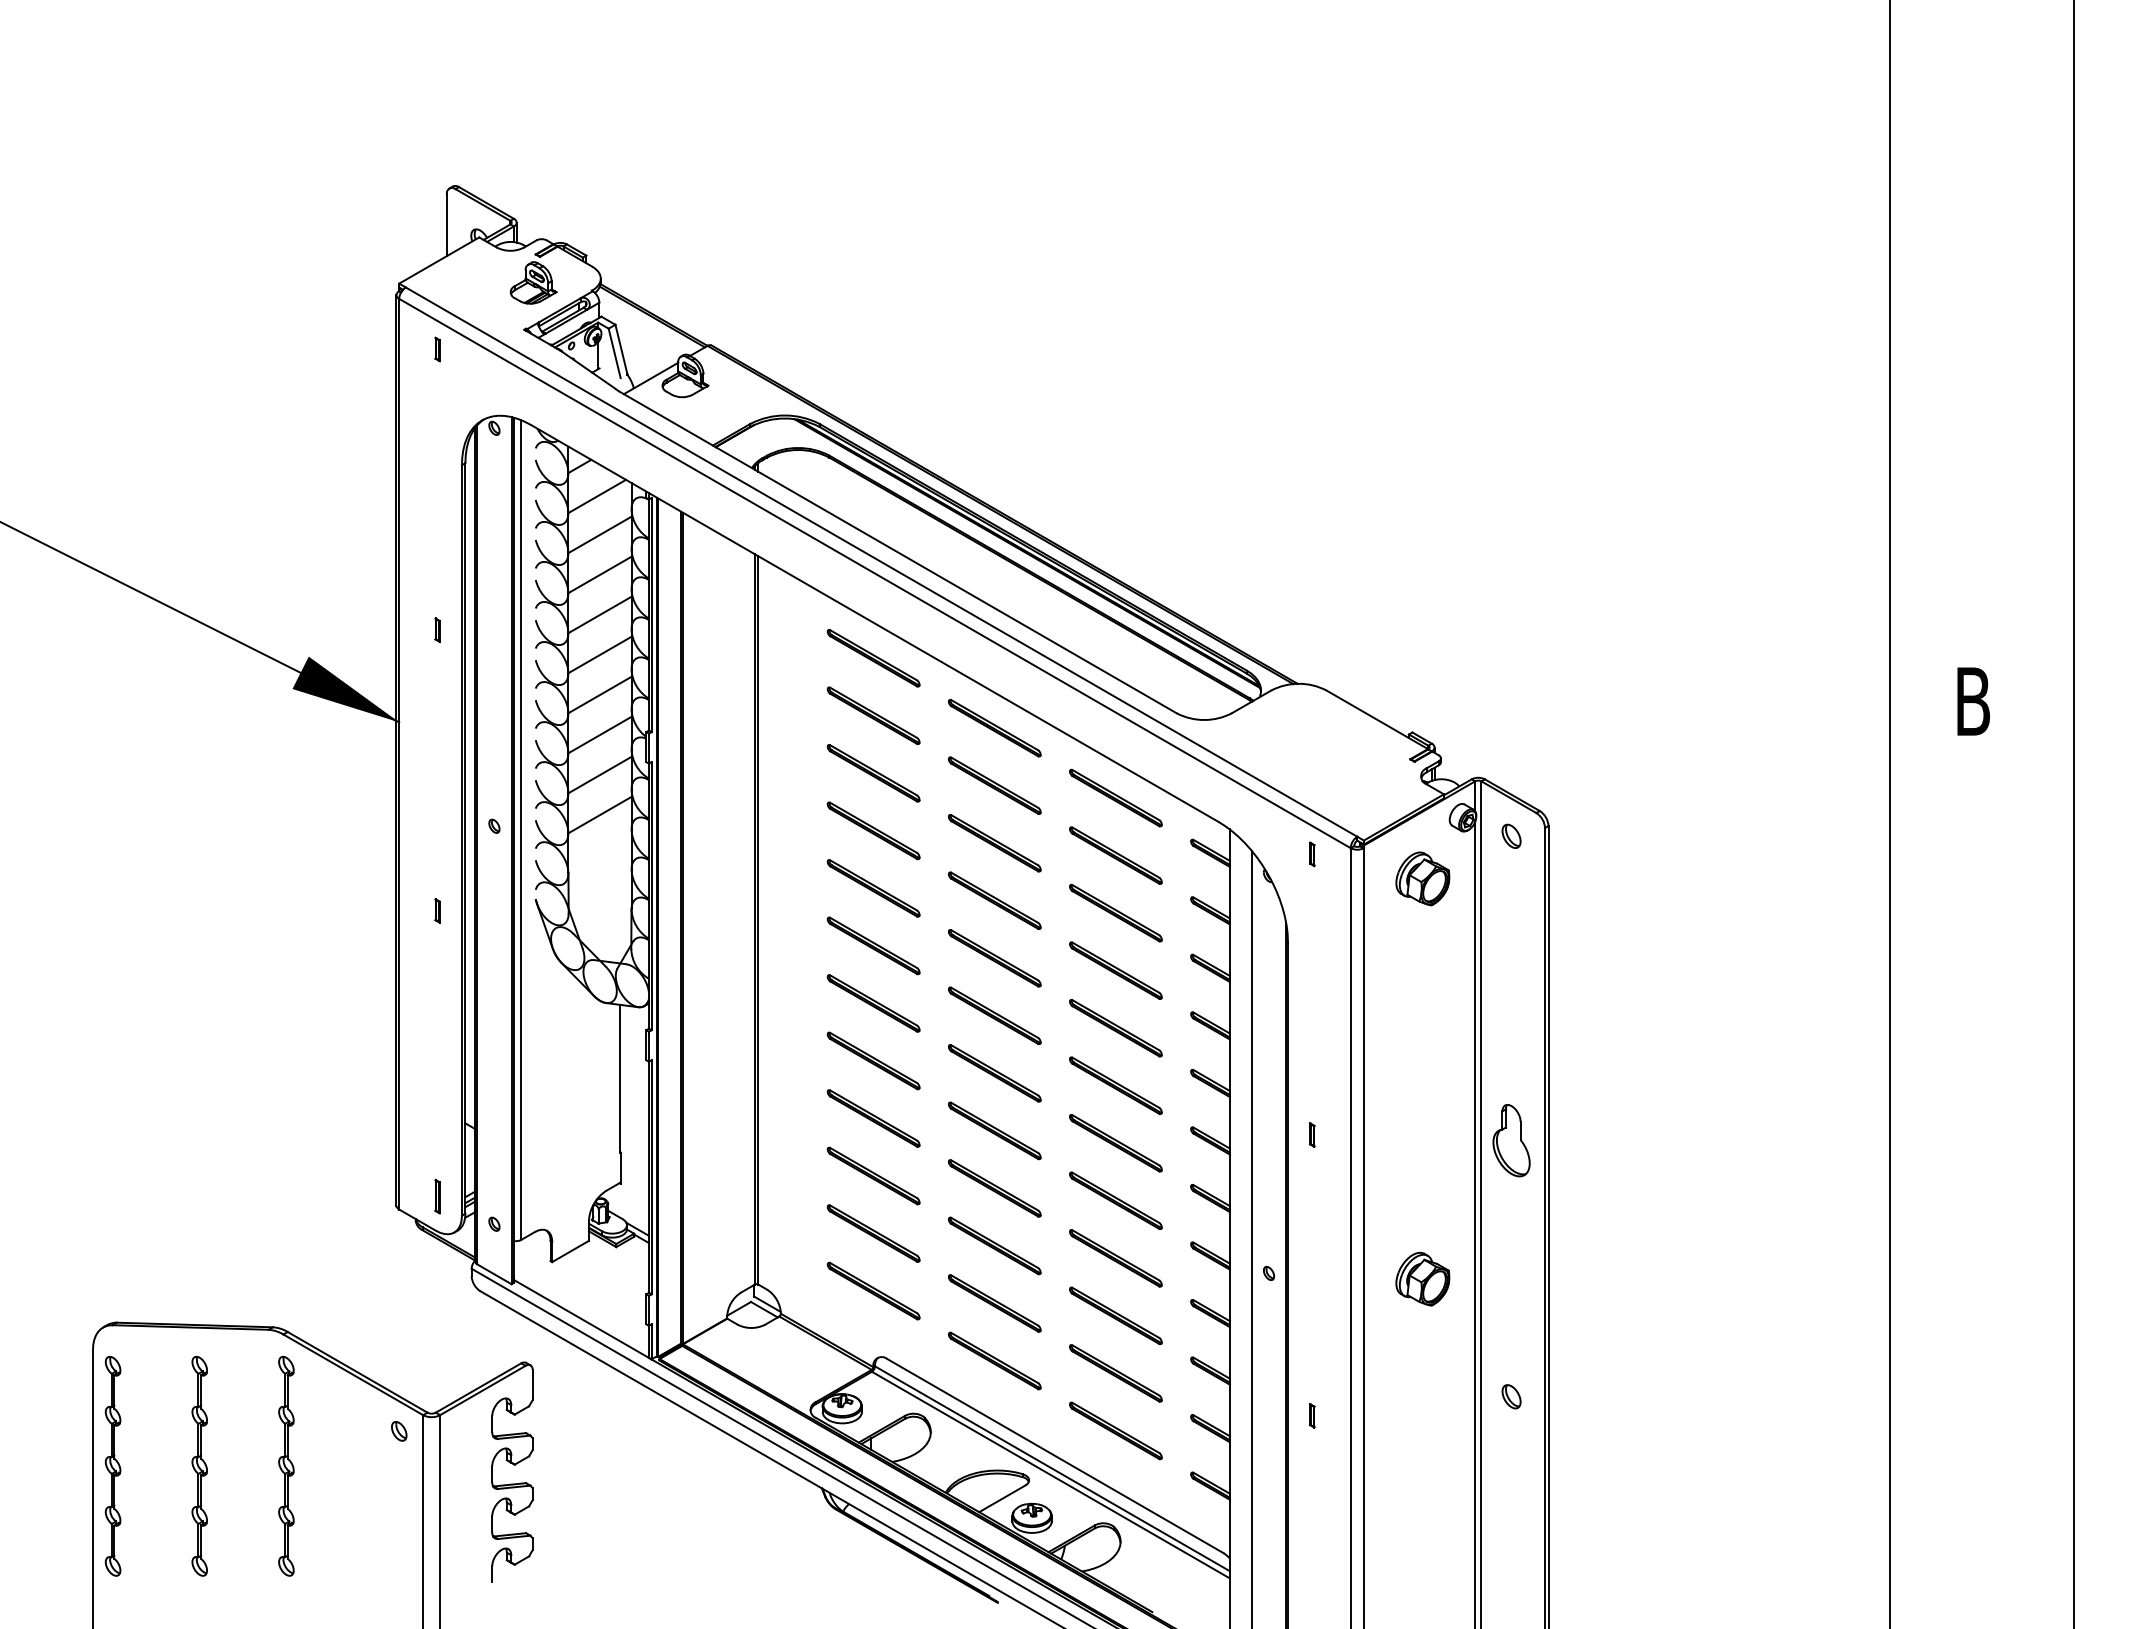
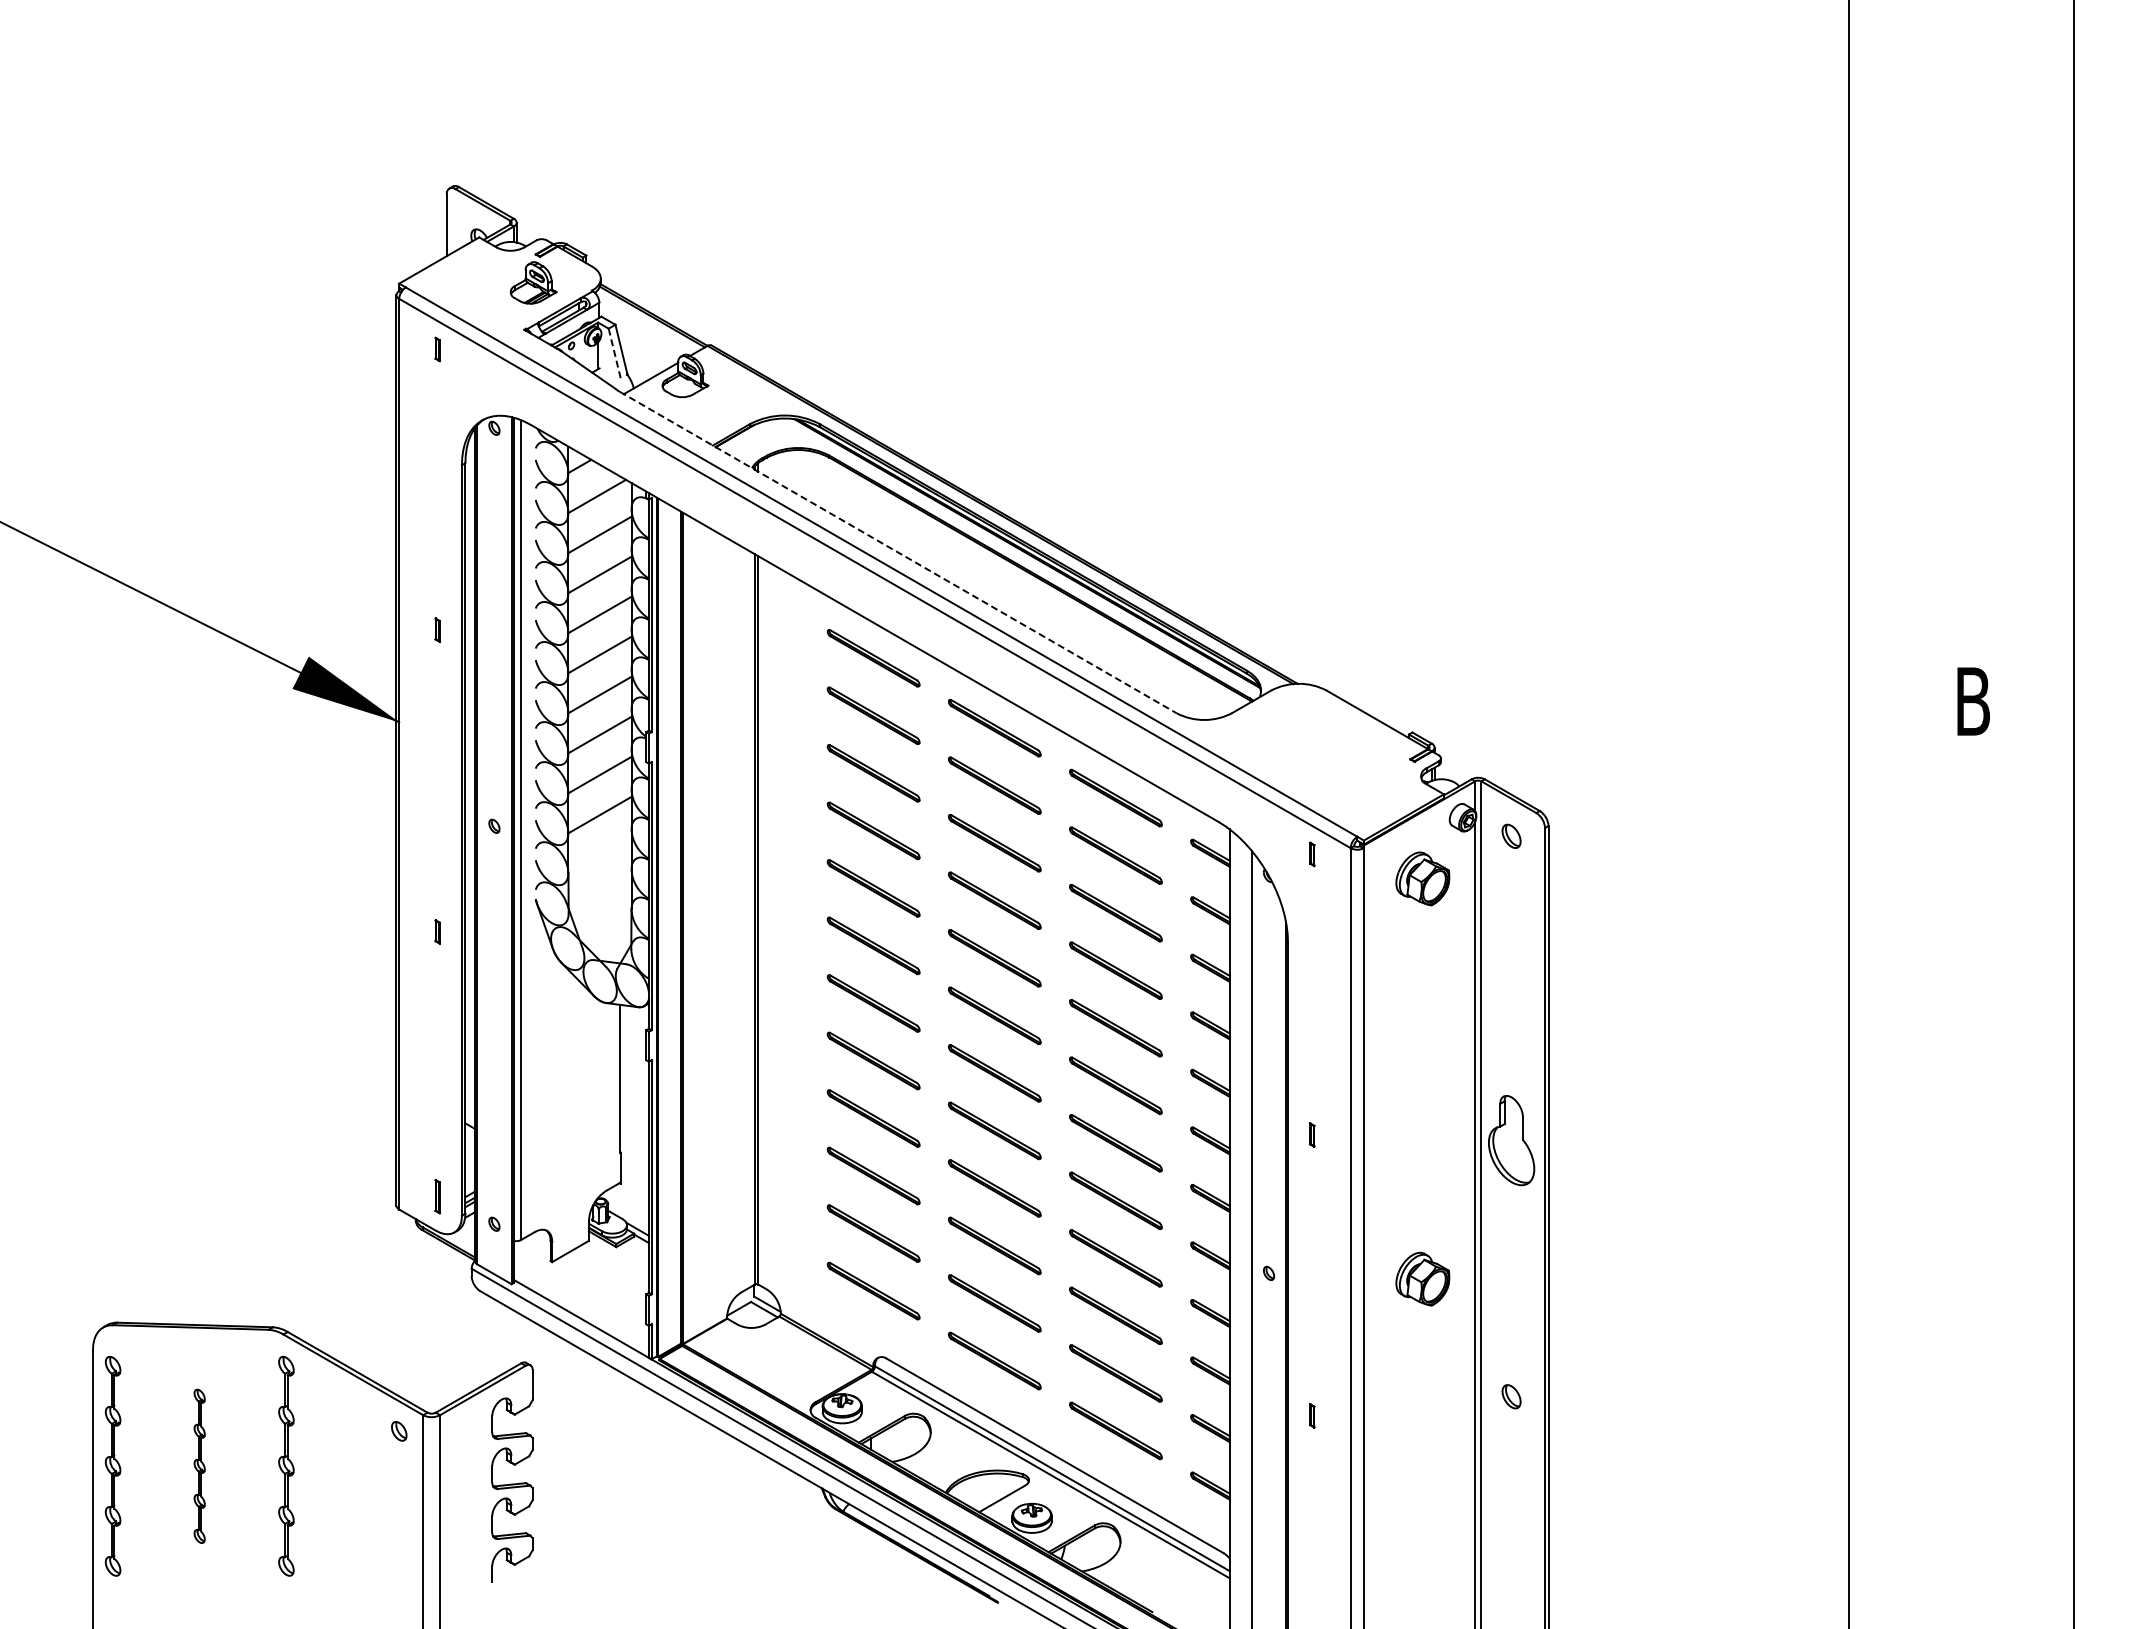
line at (614, 353): solid -> dashed
line at (898, 552): solid -> dashed
line at (1890, 813) position: (1890, 813) -> (1849, 813)
part at (437, 910) position: (437, 910) -> (437, 931)
part at (1511, 1140) size: 39x74 px -> 48x92 px
part at (199, 1466) size: 17x221 px -> 13x156 px
